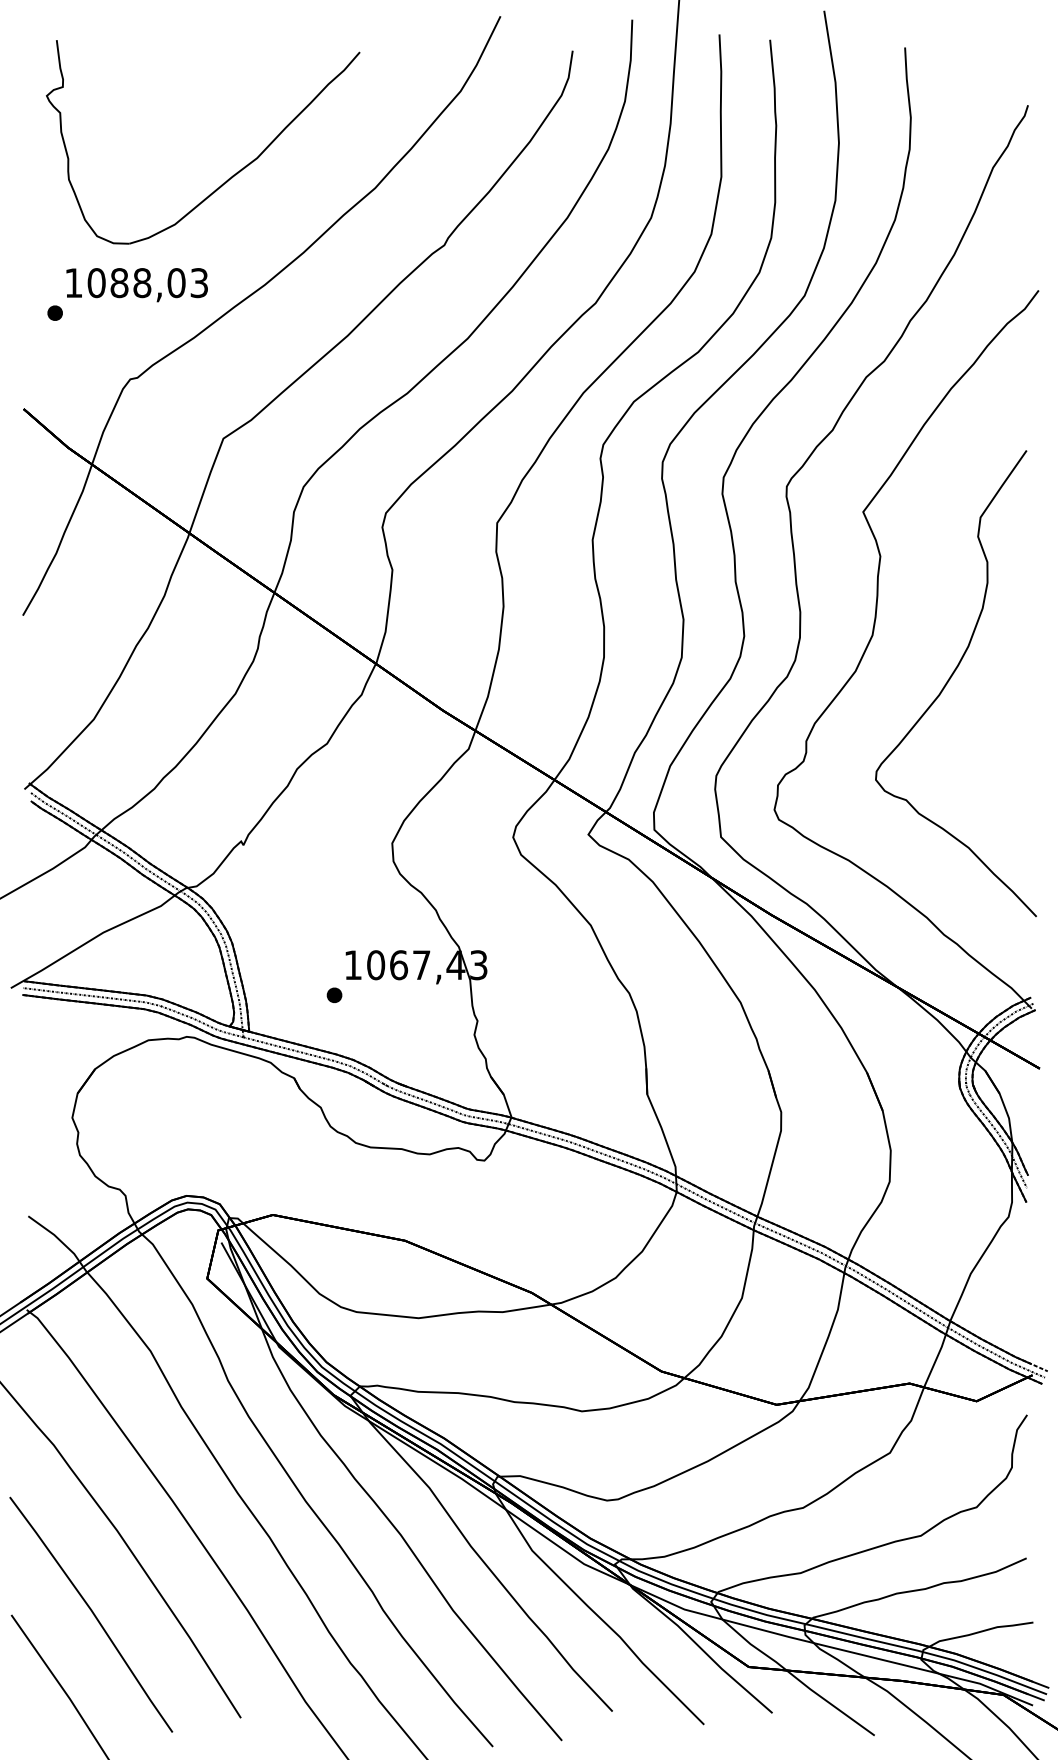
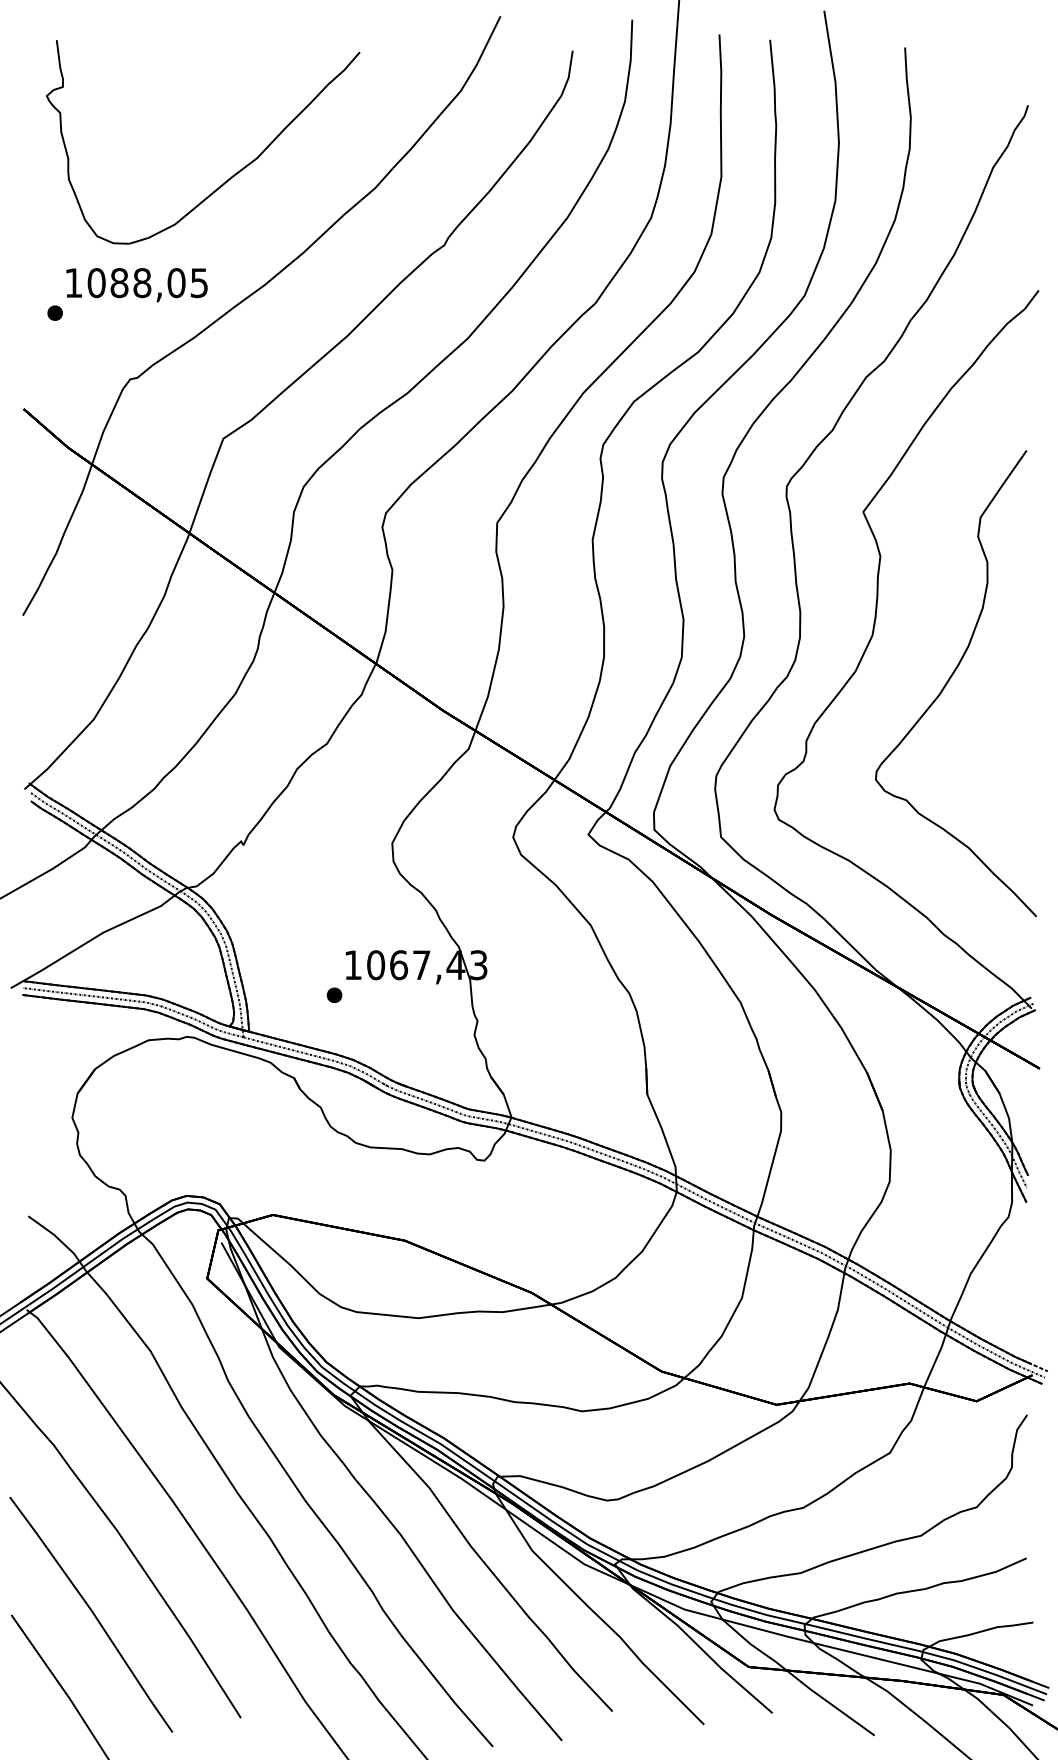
text at (199, 282): 1088,03 -> 1088,05
